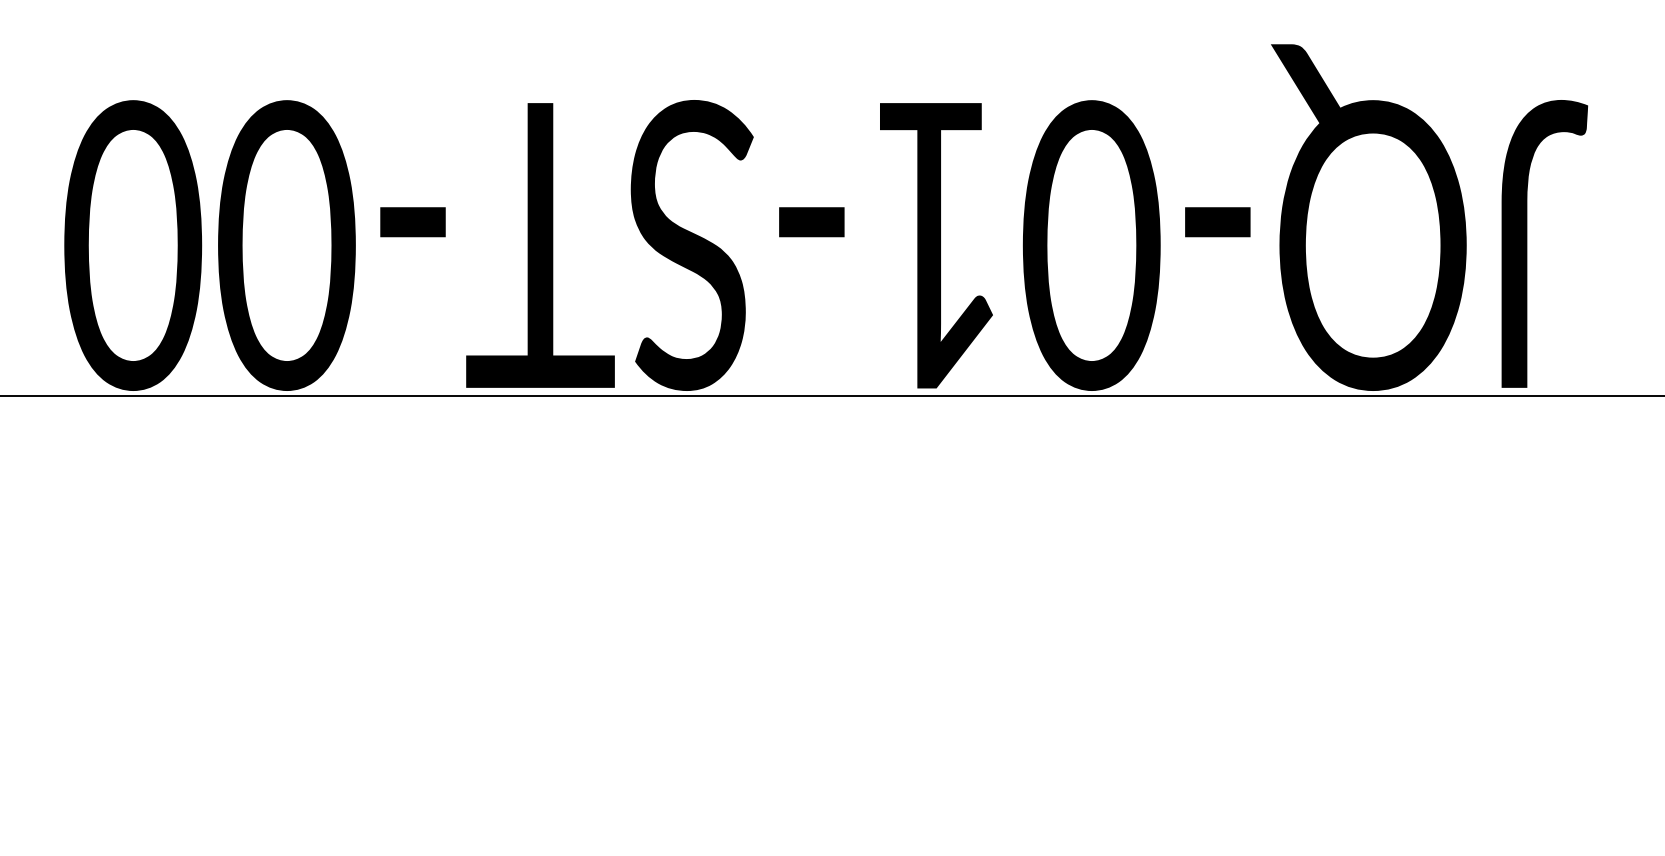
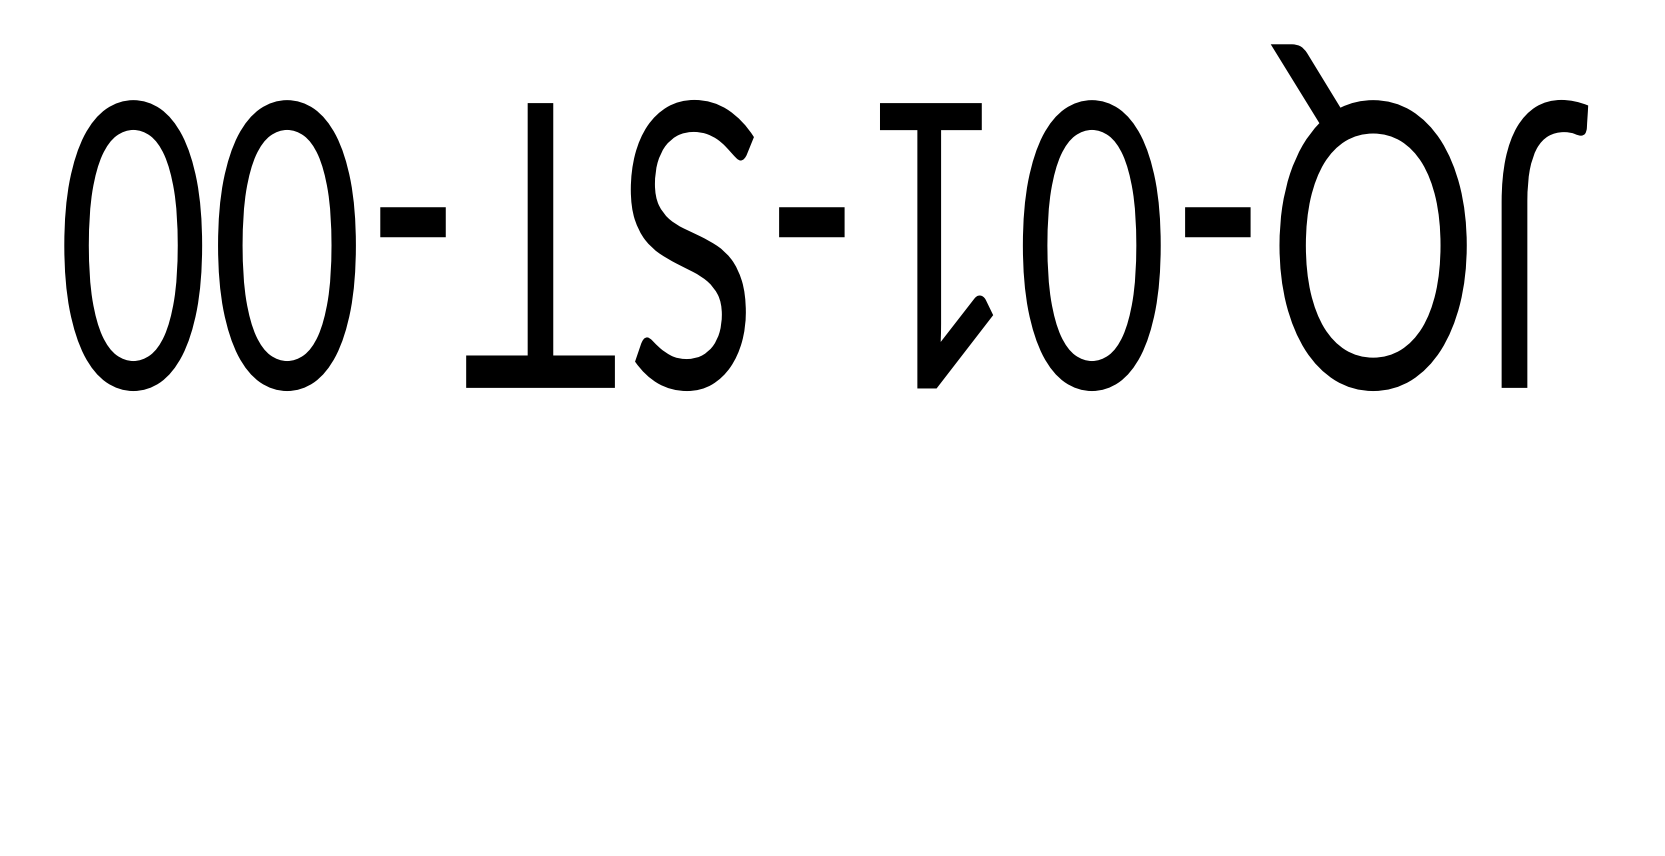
line at (831, 396): present -> none
